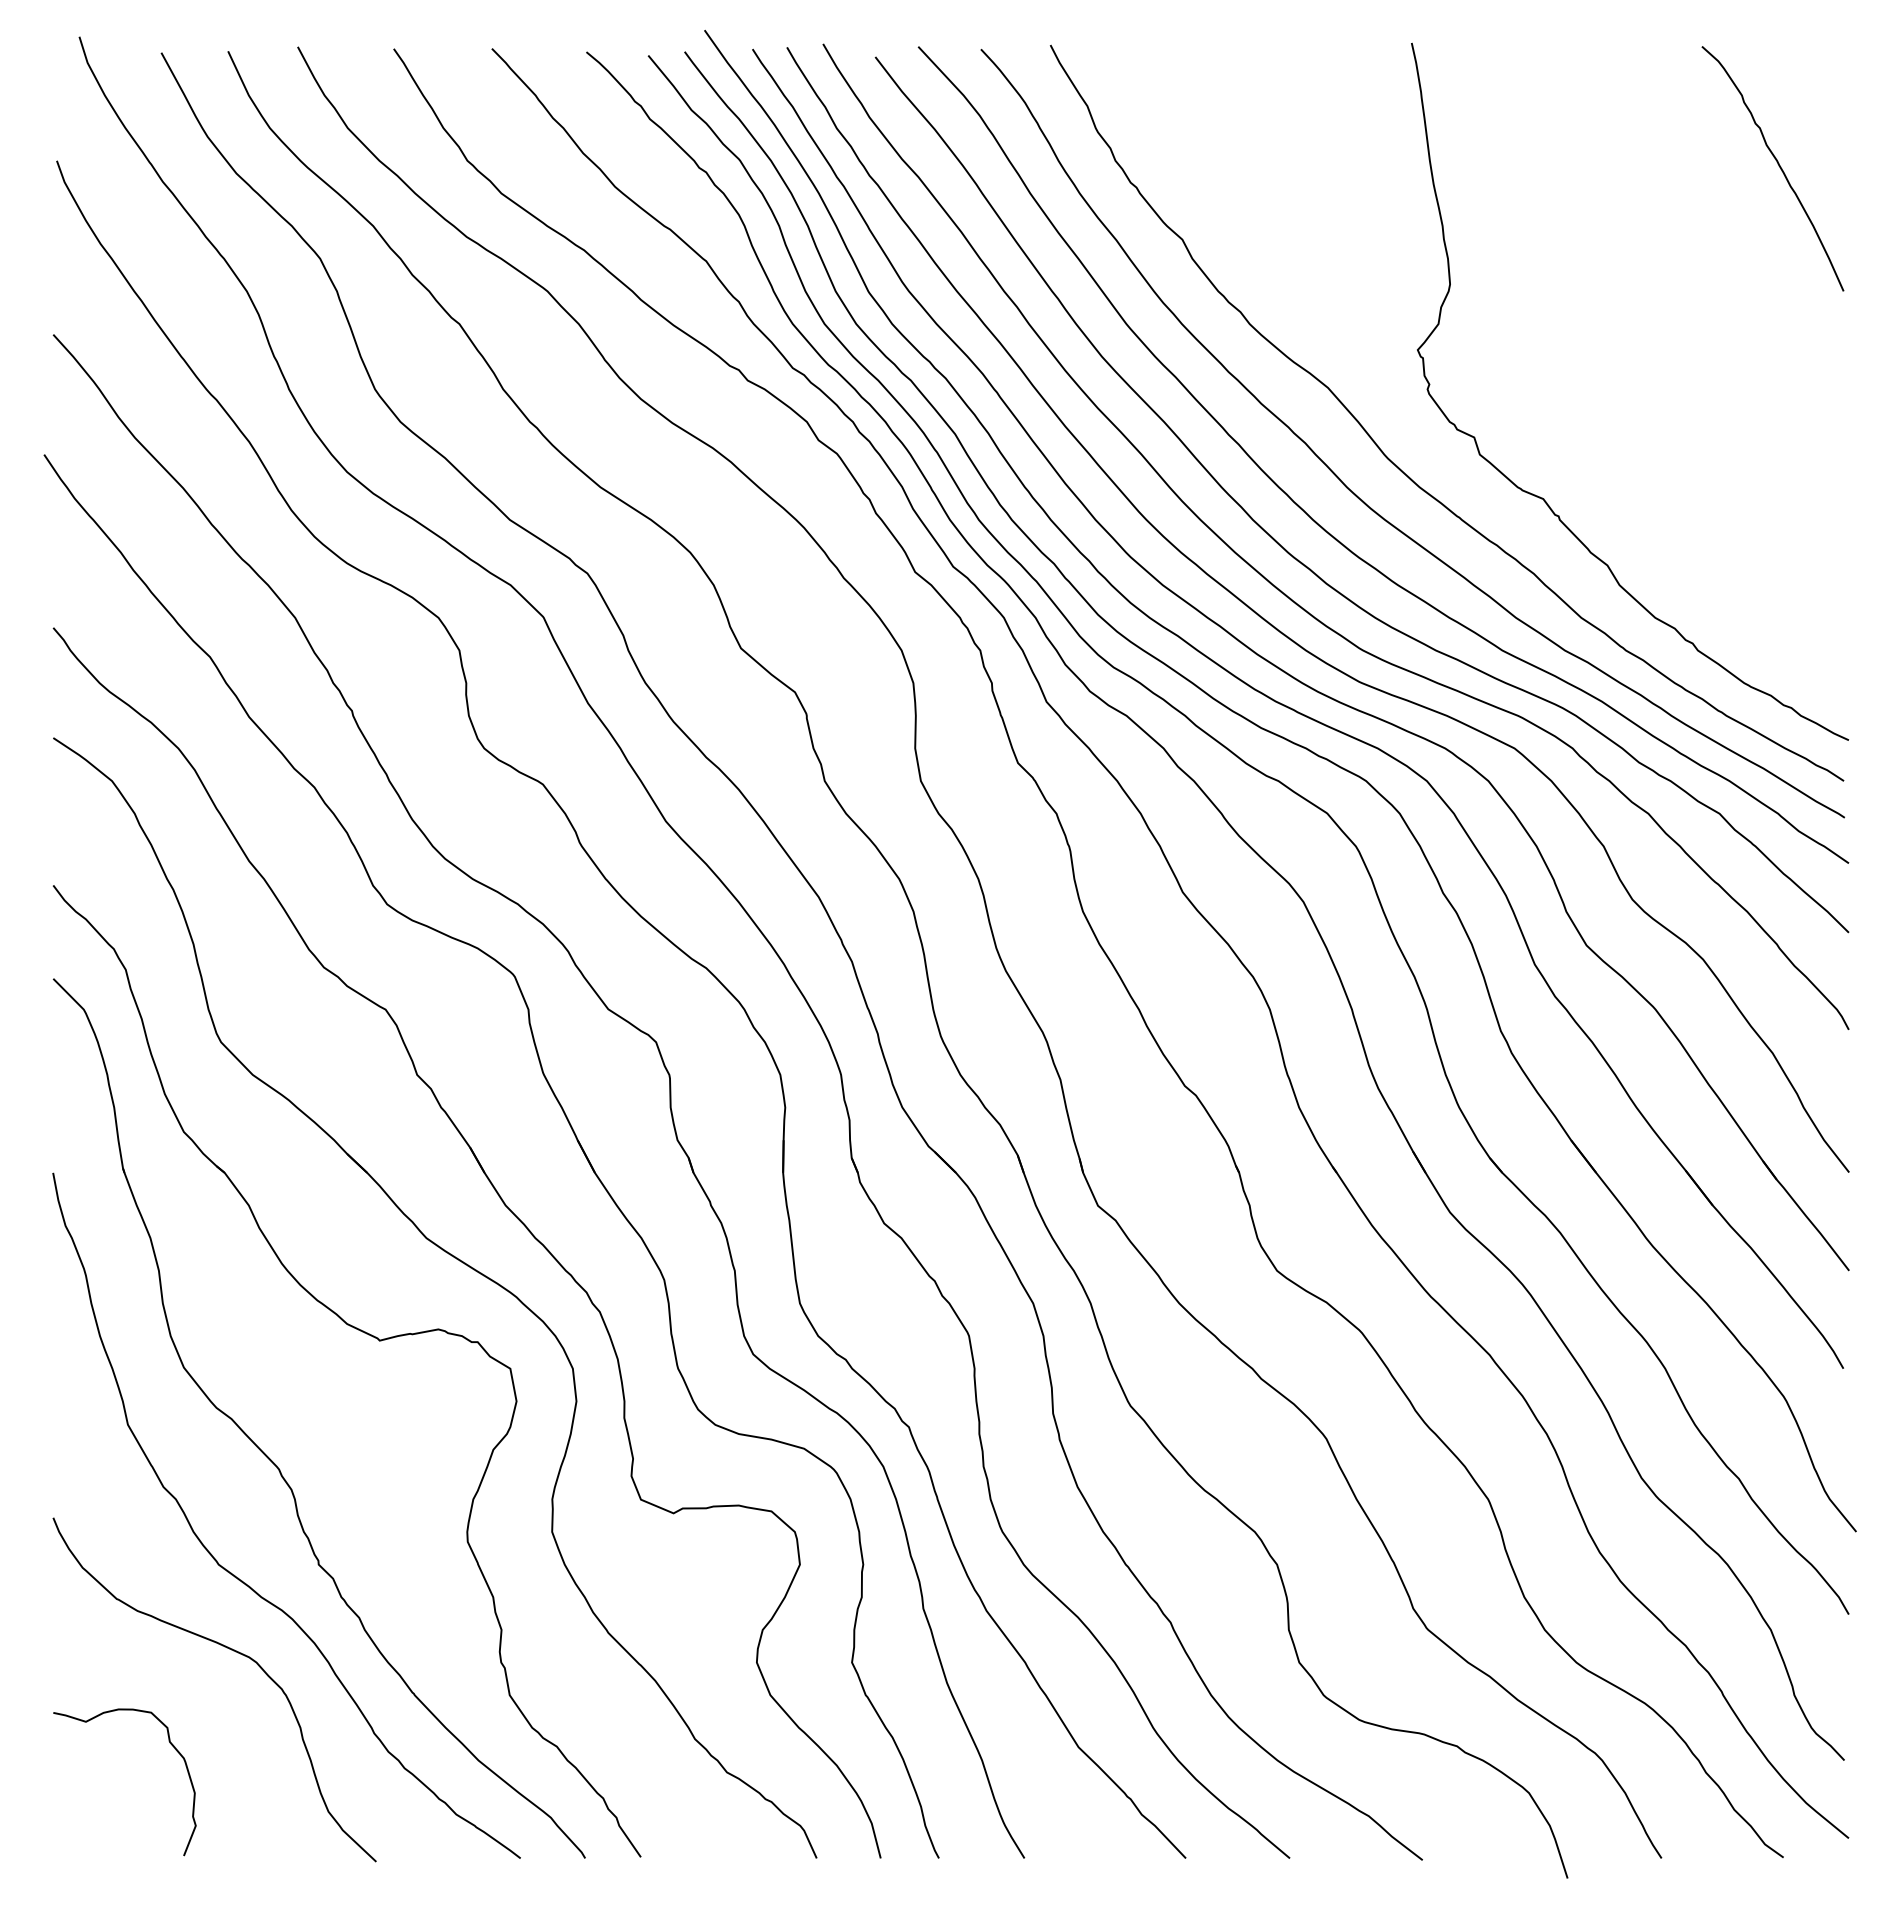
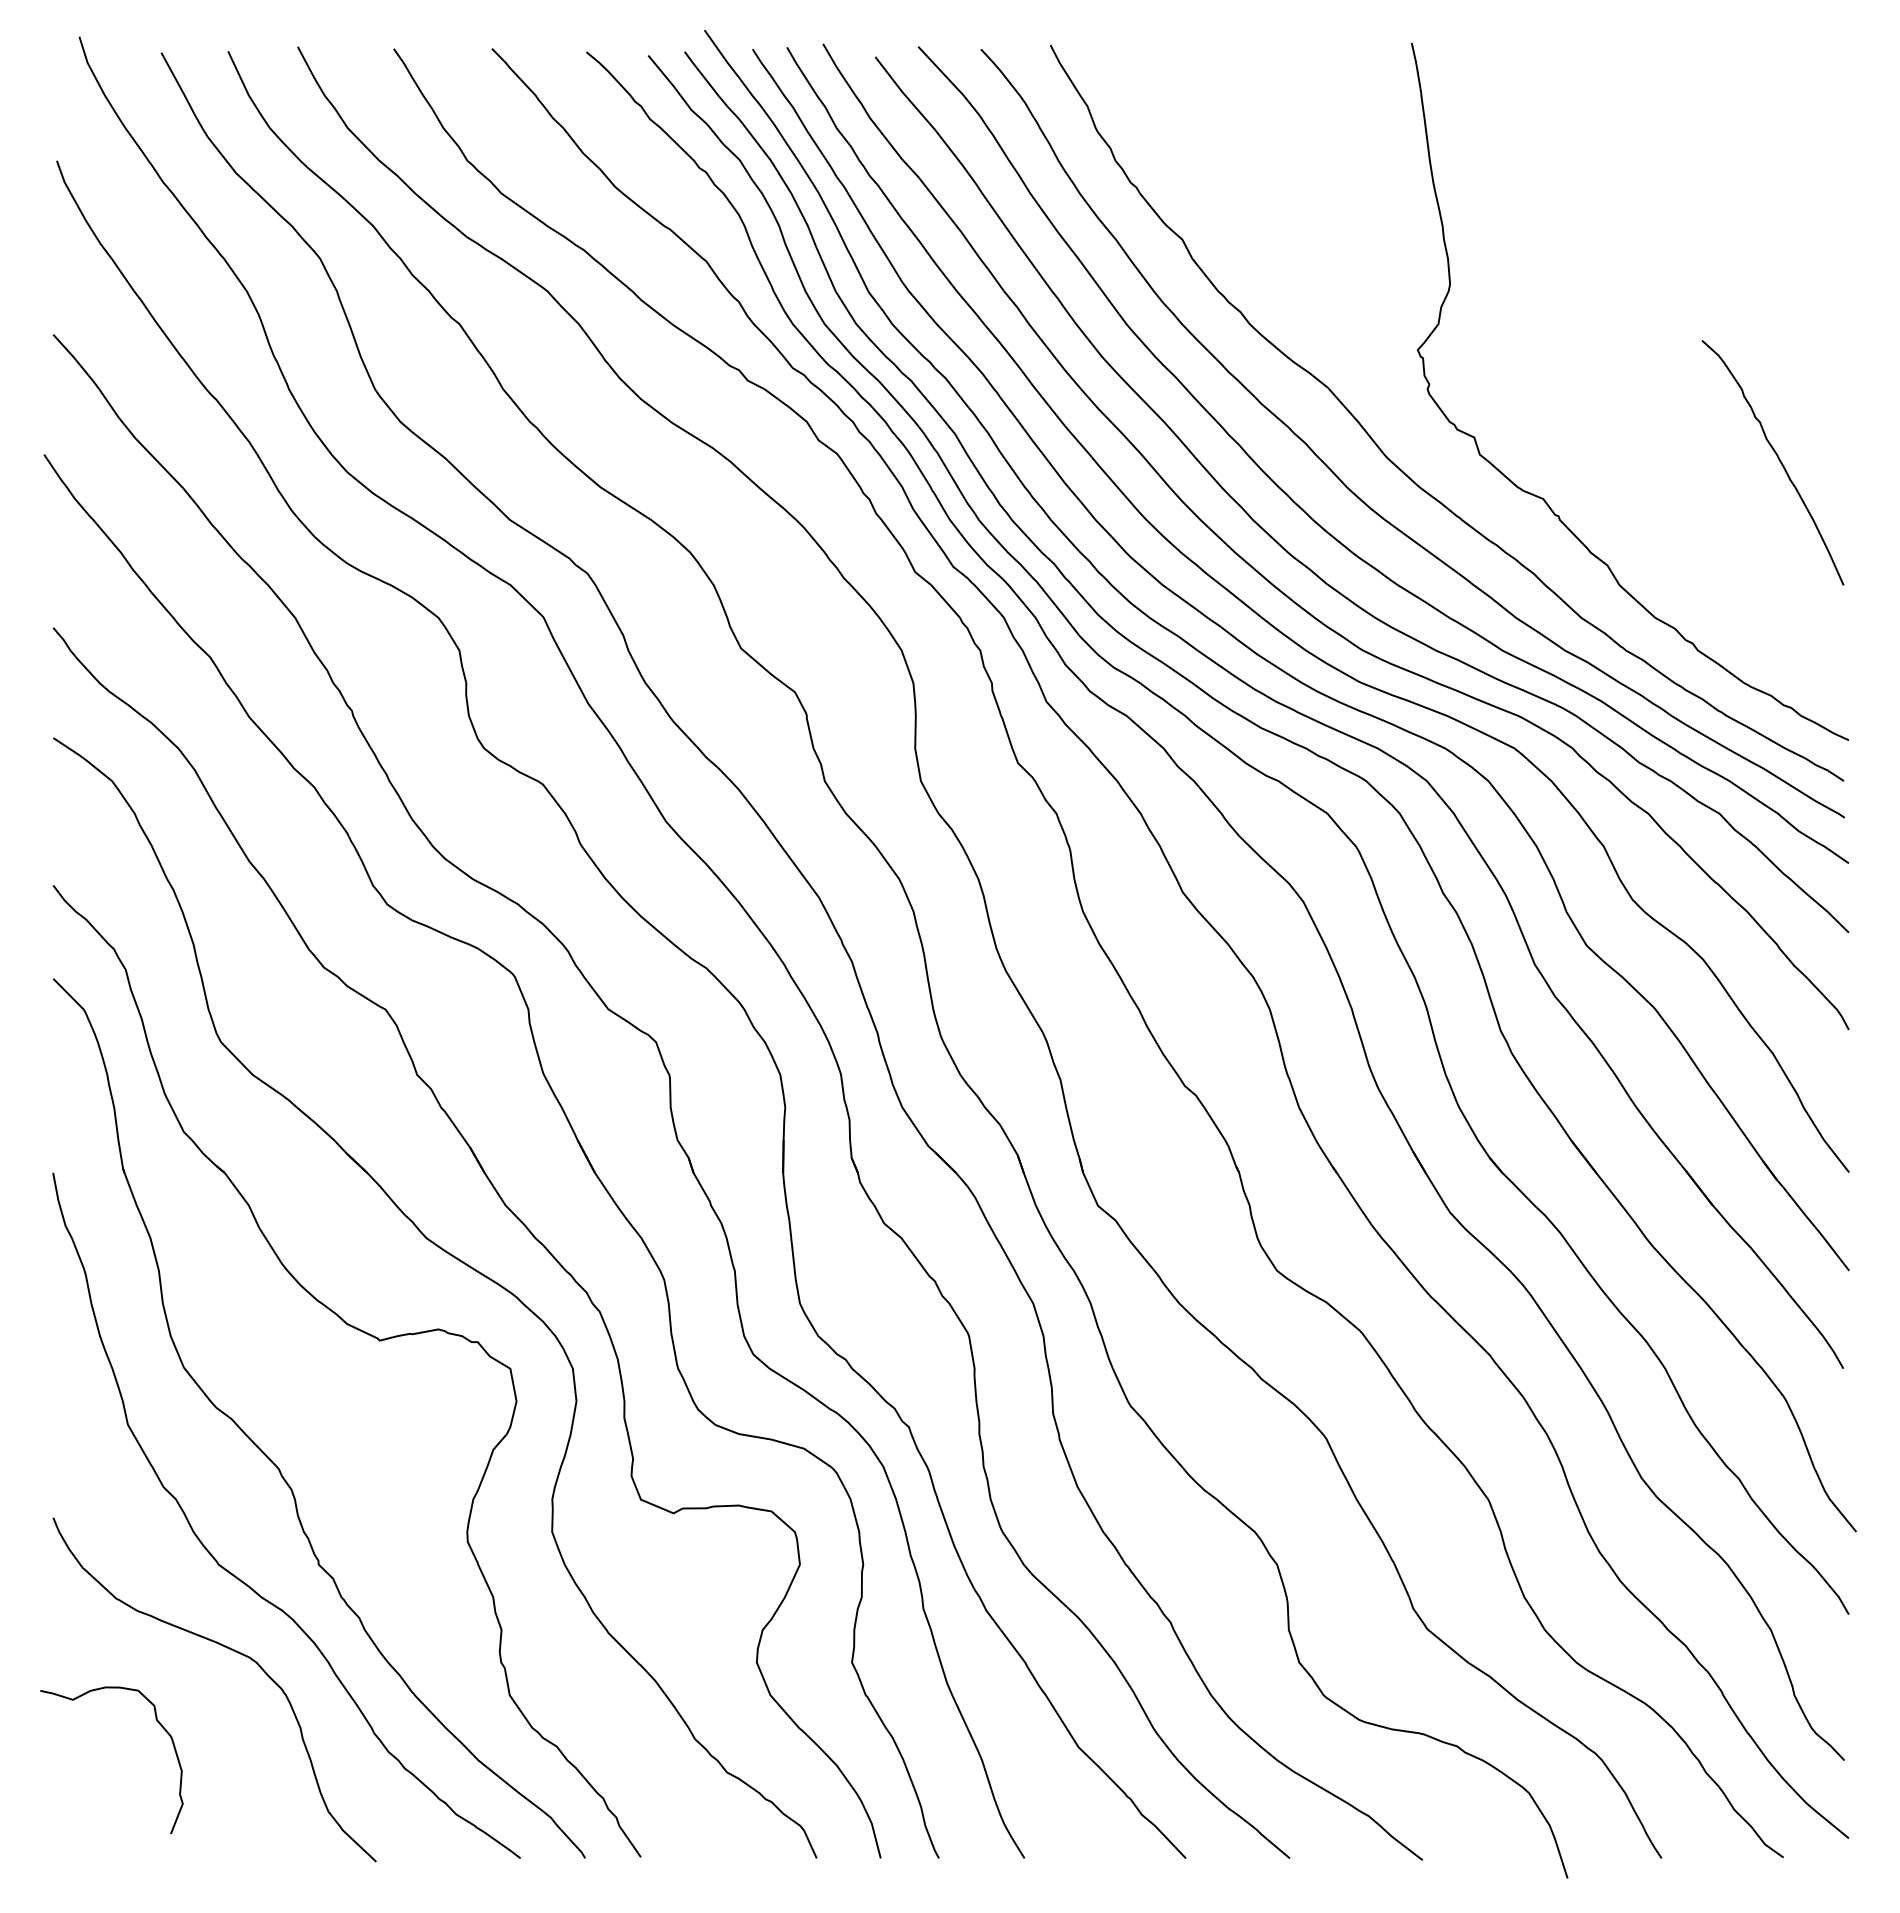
curve at (1778, 166) position: (1778, 166) -> (1778, 460)
curve at (170, 1744) position: (170, 1744) -> (157, 1722)
